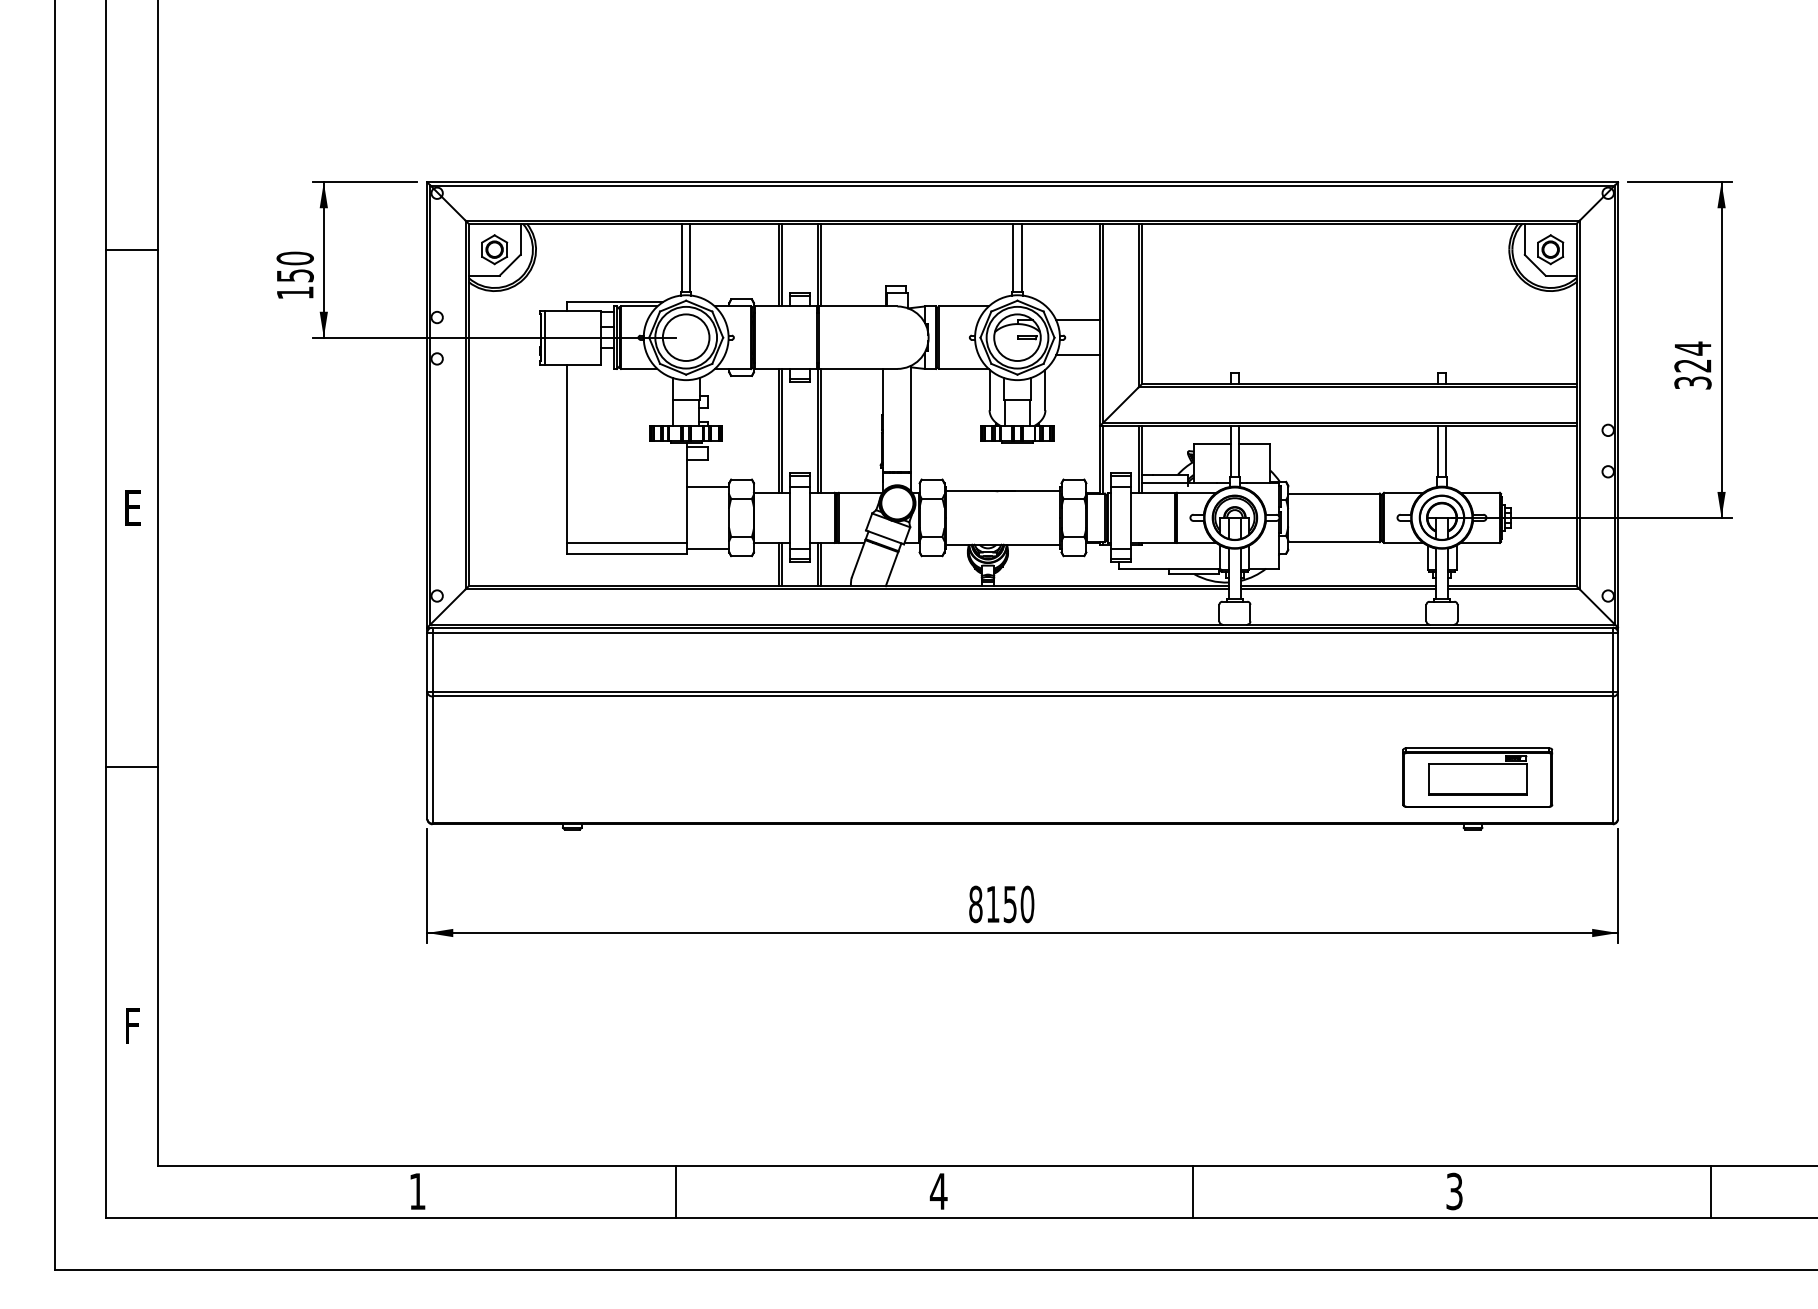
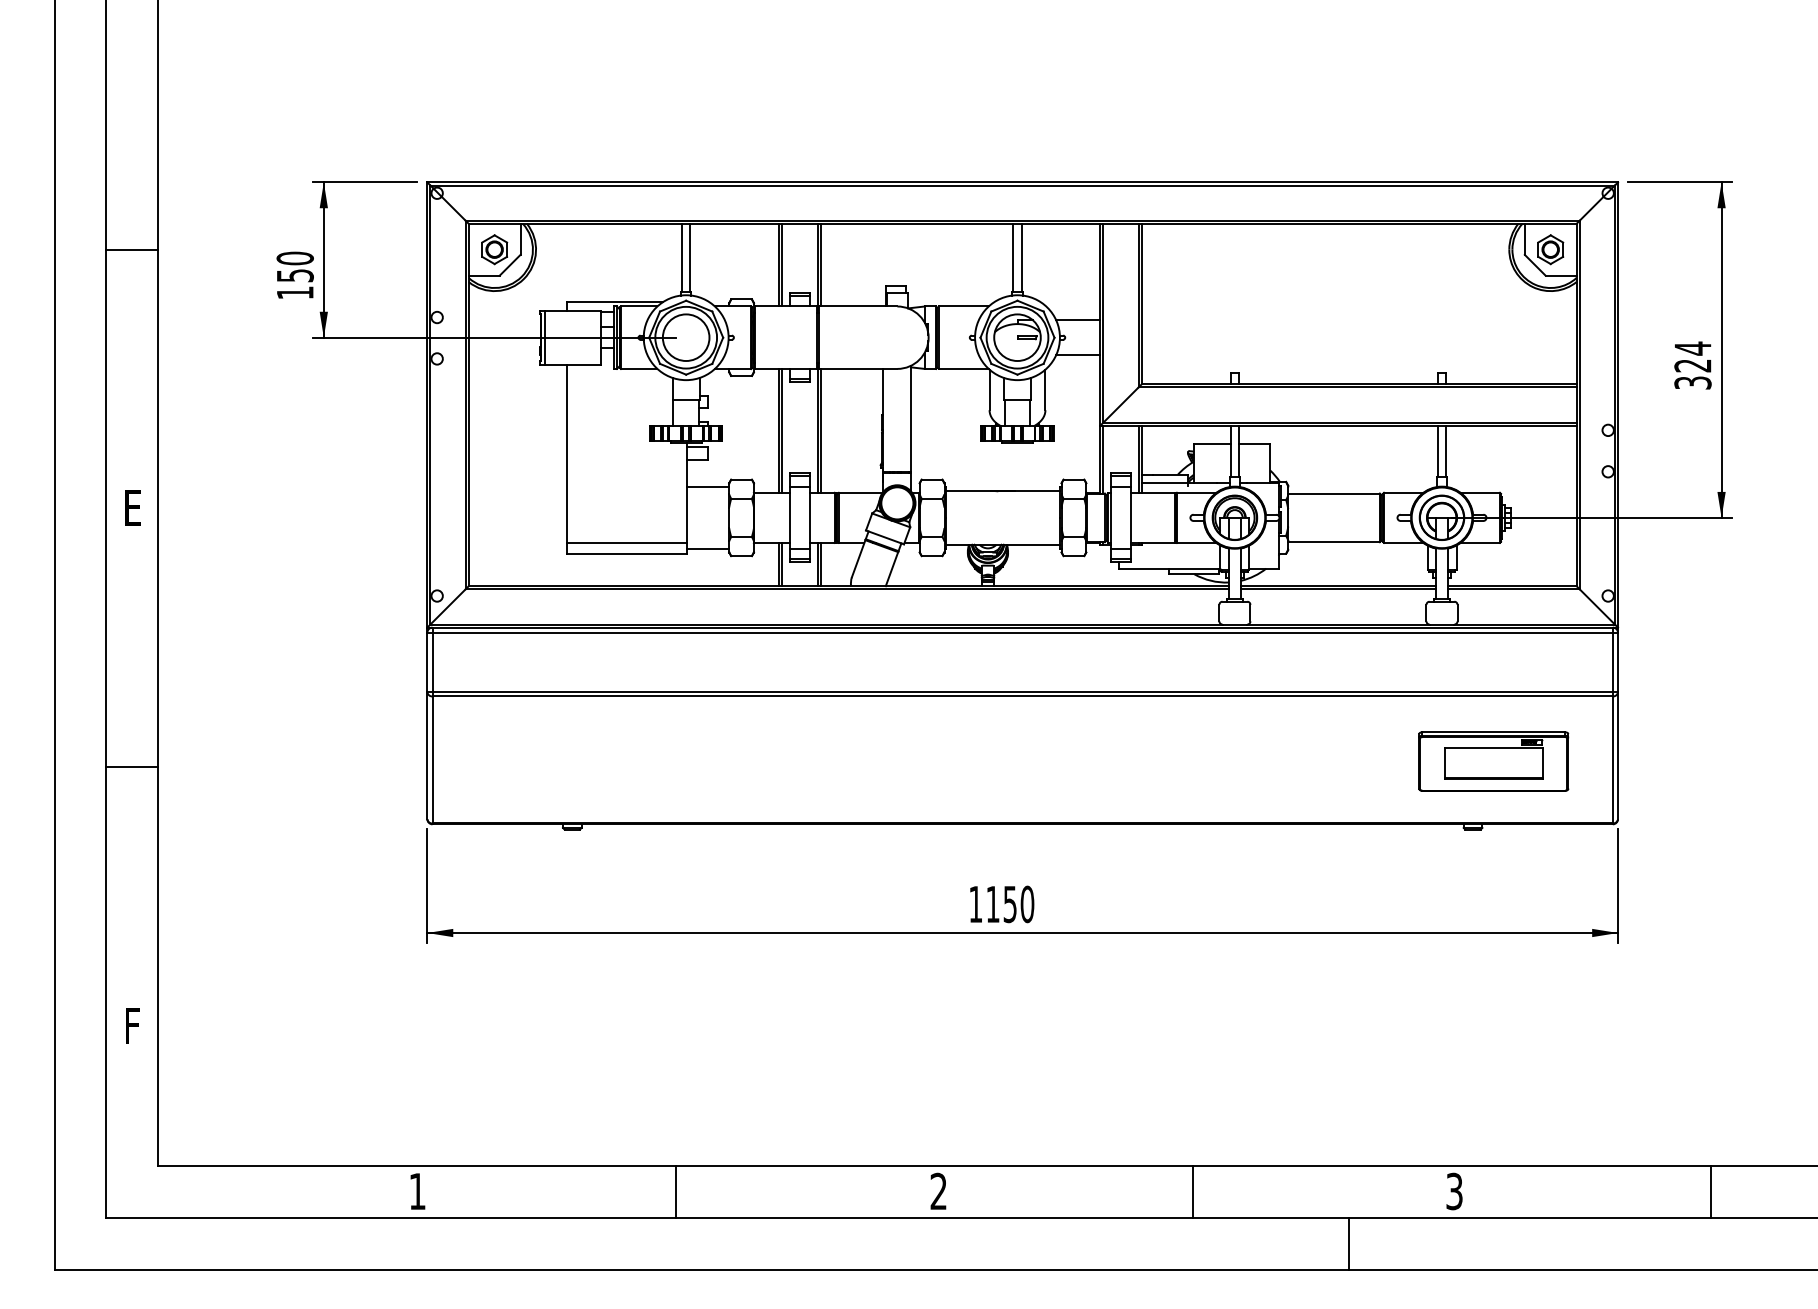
part at (1477, 777) position: (1477, 777) -> (1493, 761)
text at (975, 904): 8150 -> 1150
text at (938, 1190): 4 -> 2
line at (1348, 1243): none -> present
